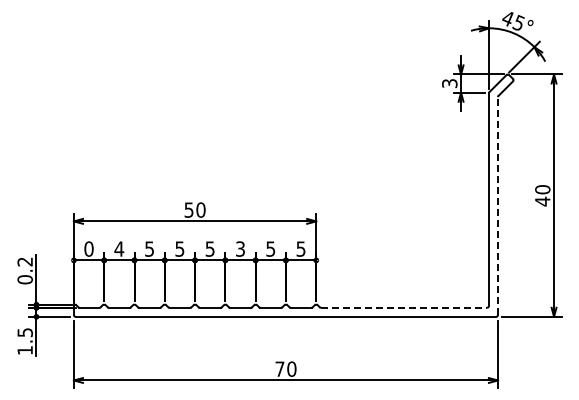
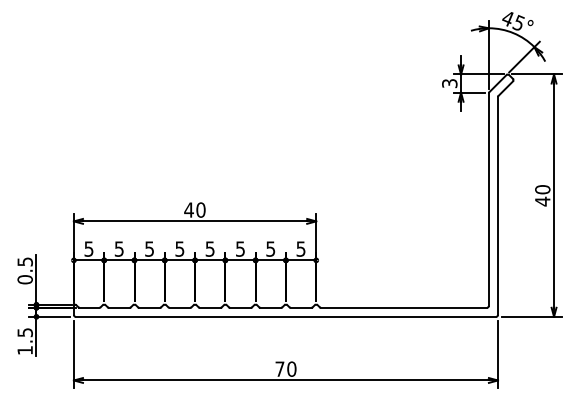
line at (498, 206): dashed -> solid
text at (188, 209): 50 -> 40
text at (88, 248): 0 -> 5
text at (119, 248): 4 -> 5
text at (240, 248): 3 -> 5
text at (24, 261): 0.2 -> 0.5
line at (404, 307): dashed -> solid
